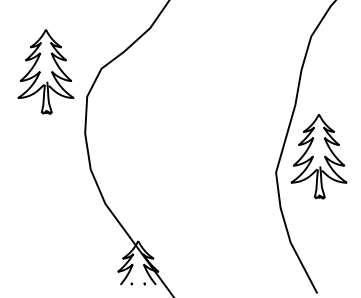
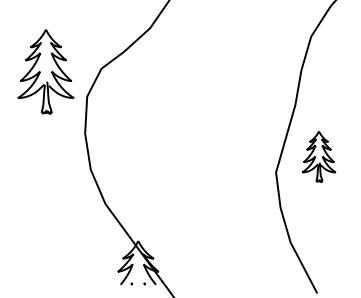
part at (318, 156) size: 58x86 px -> 36x52 px
